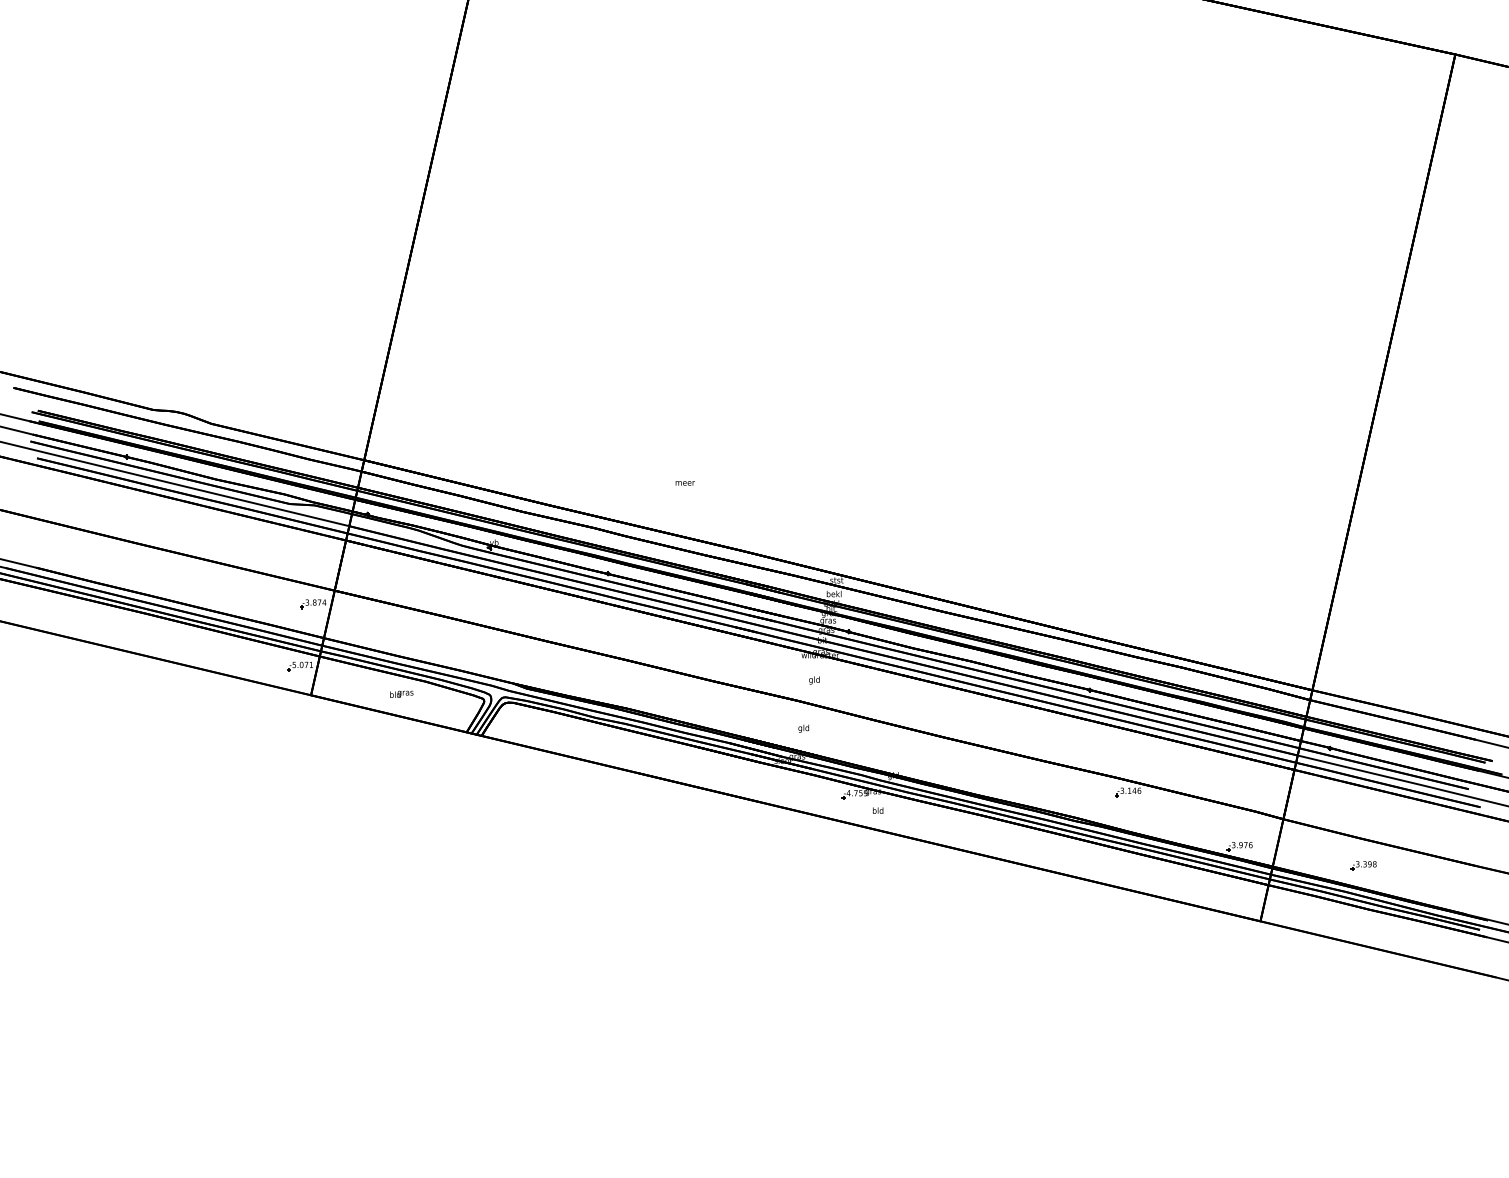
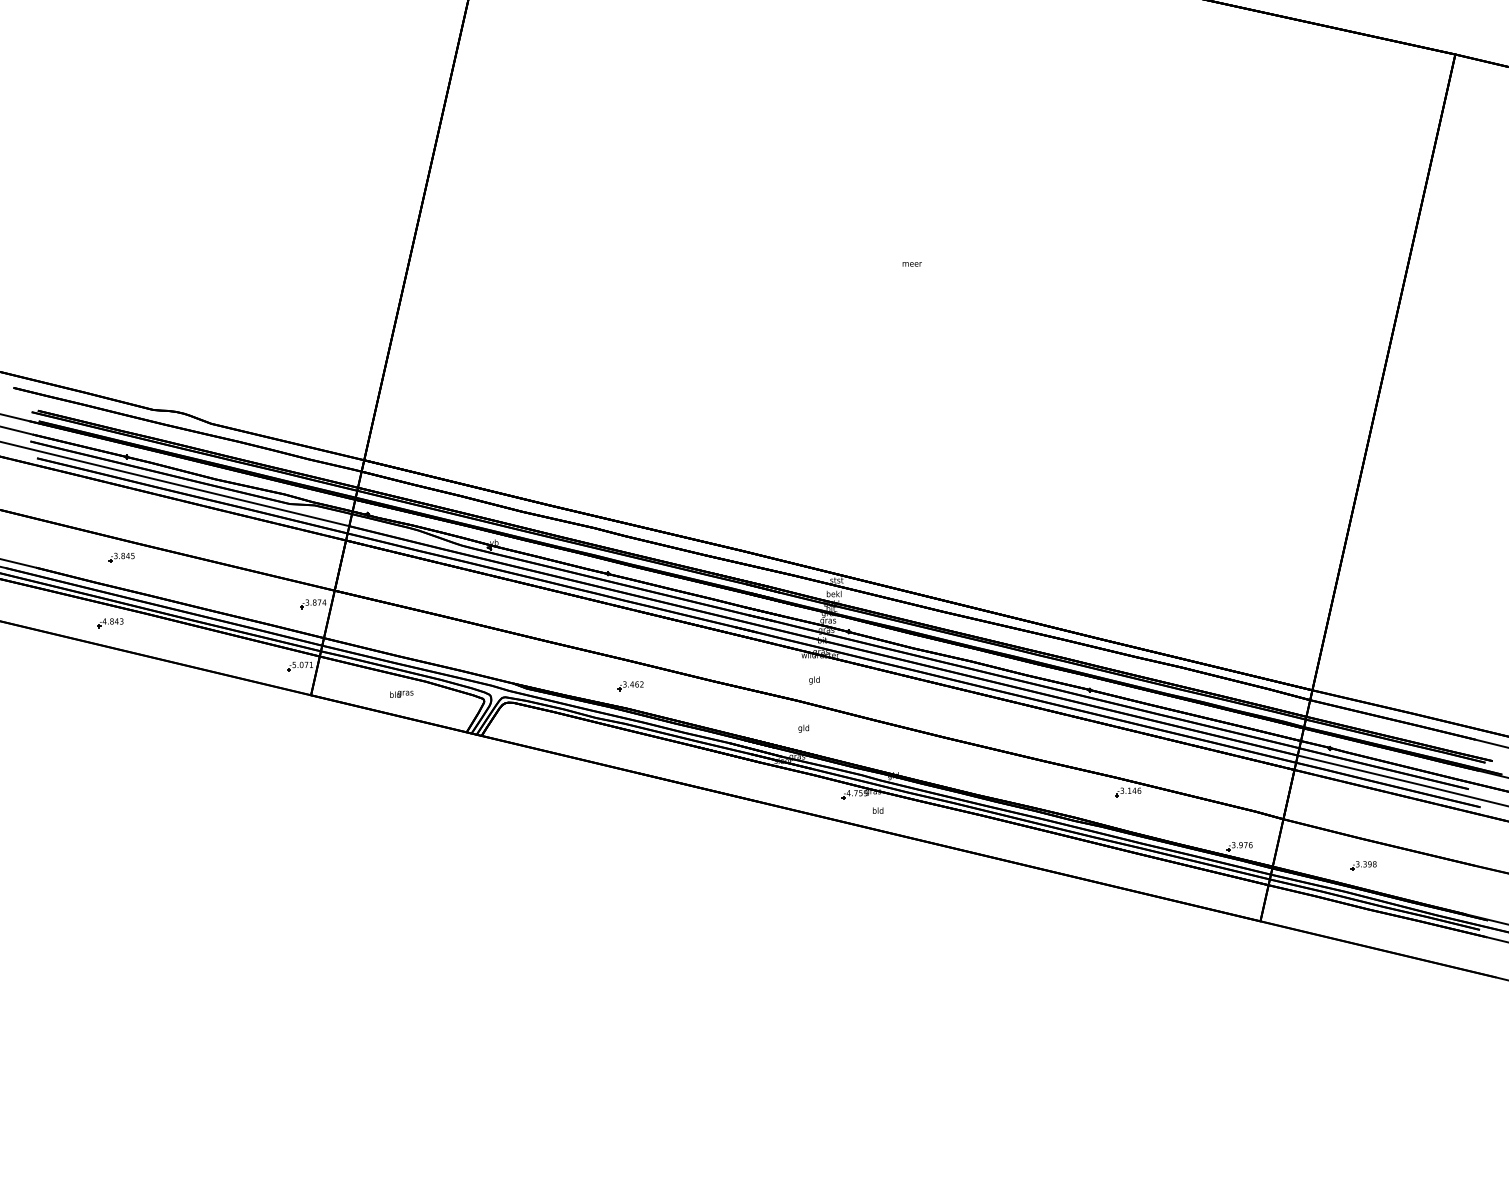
text at (684, 483) position: (684, 483) -> (911, 264)
part at (121, 557): none -> present
part at (110, 623): none -> present
part at (630, 686): none -> present
